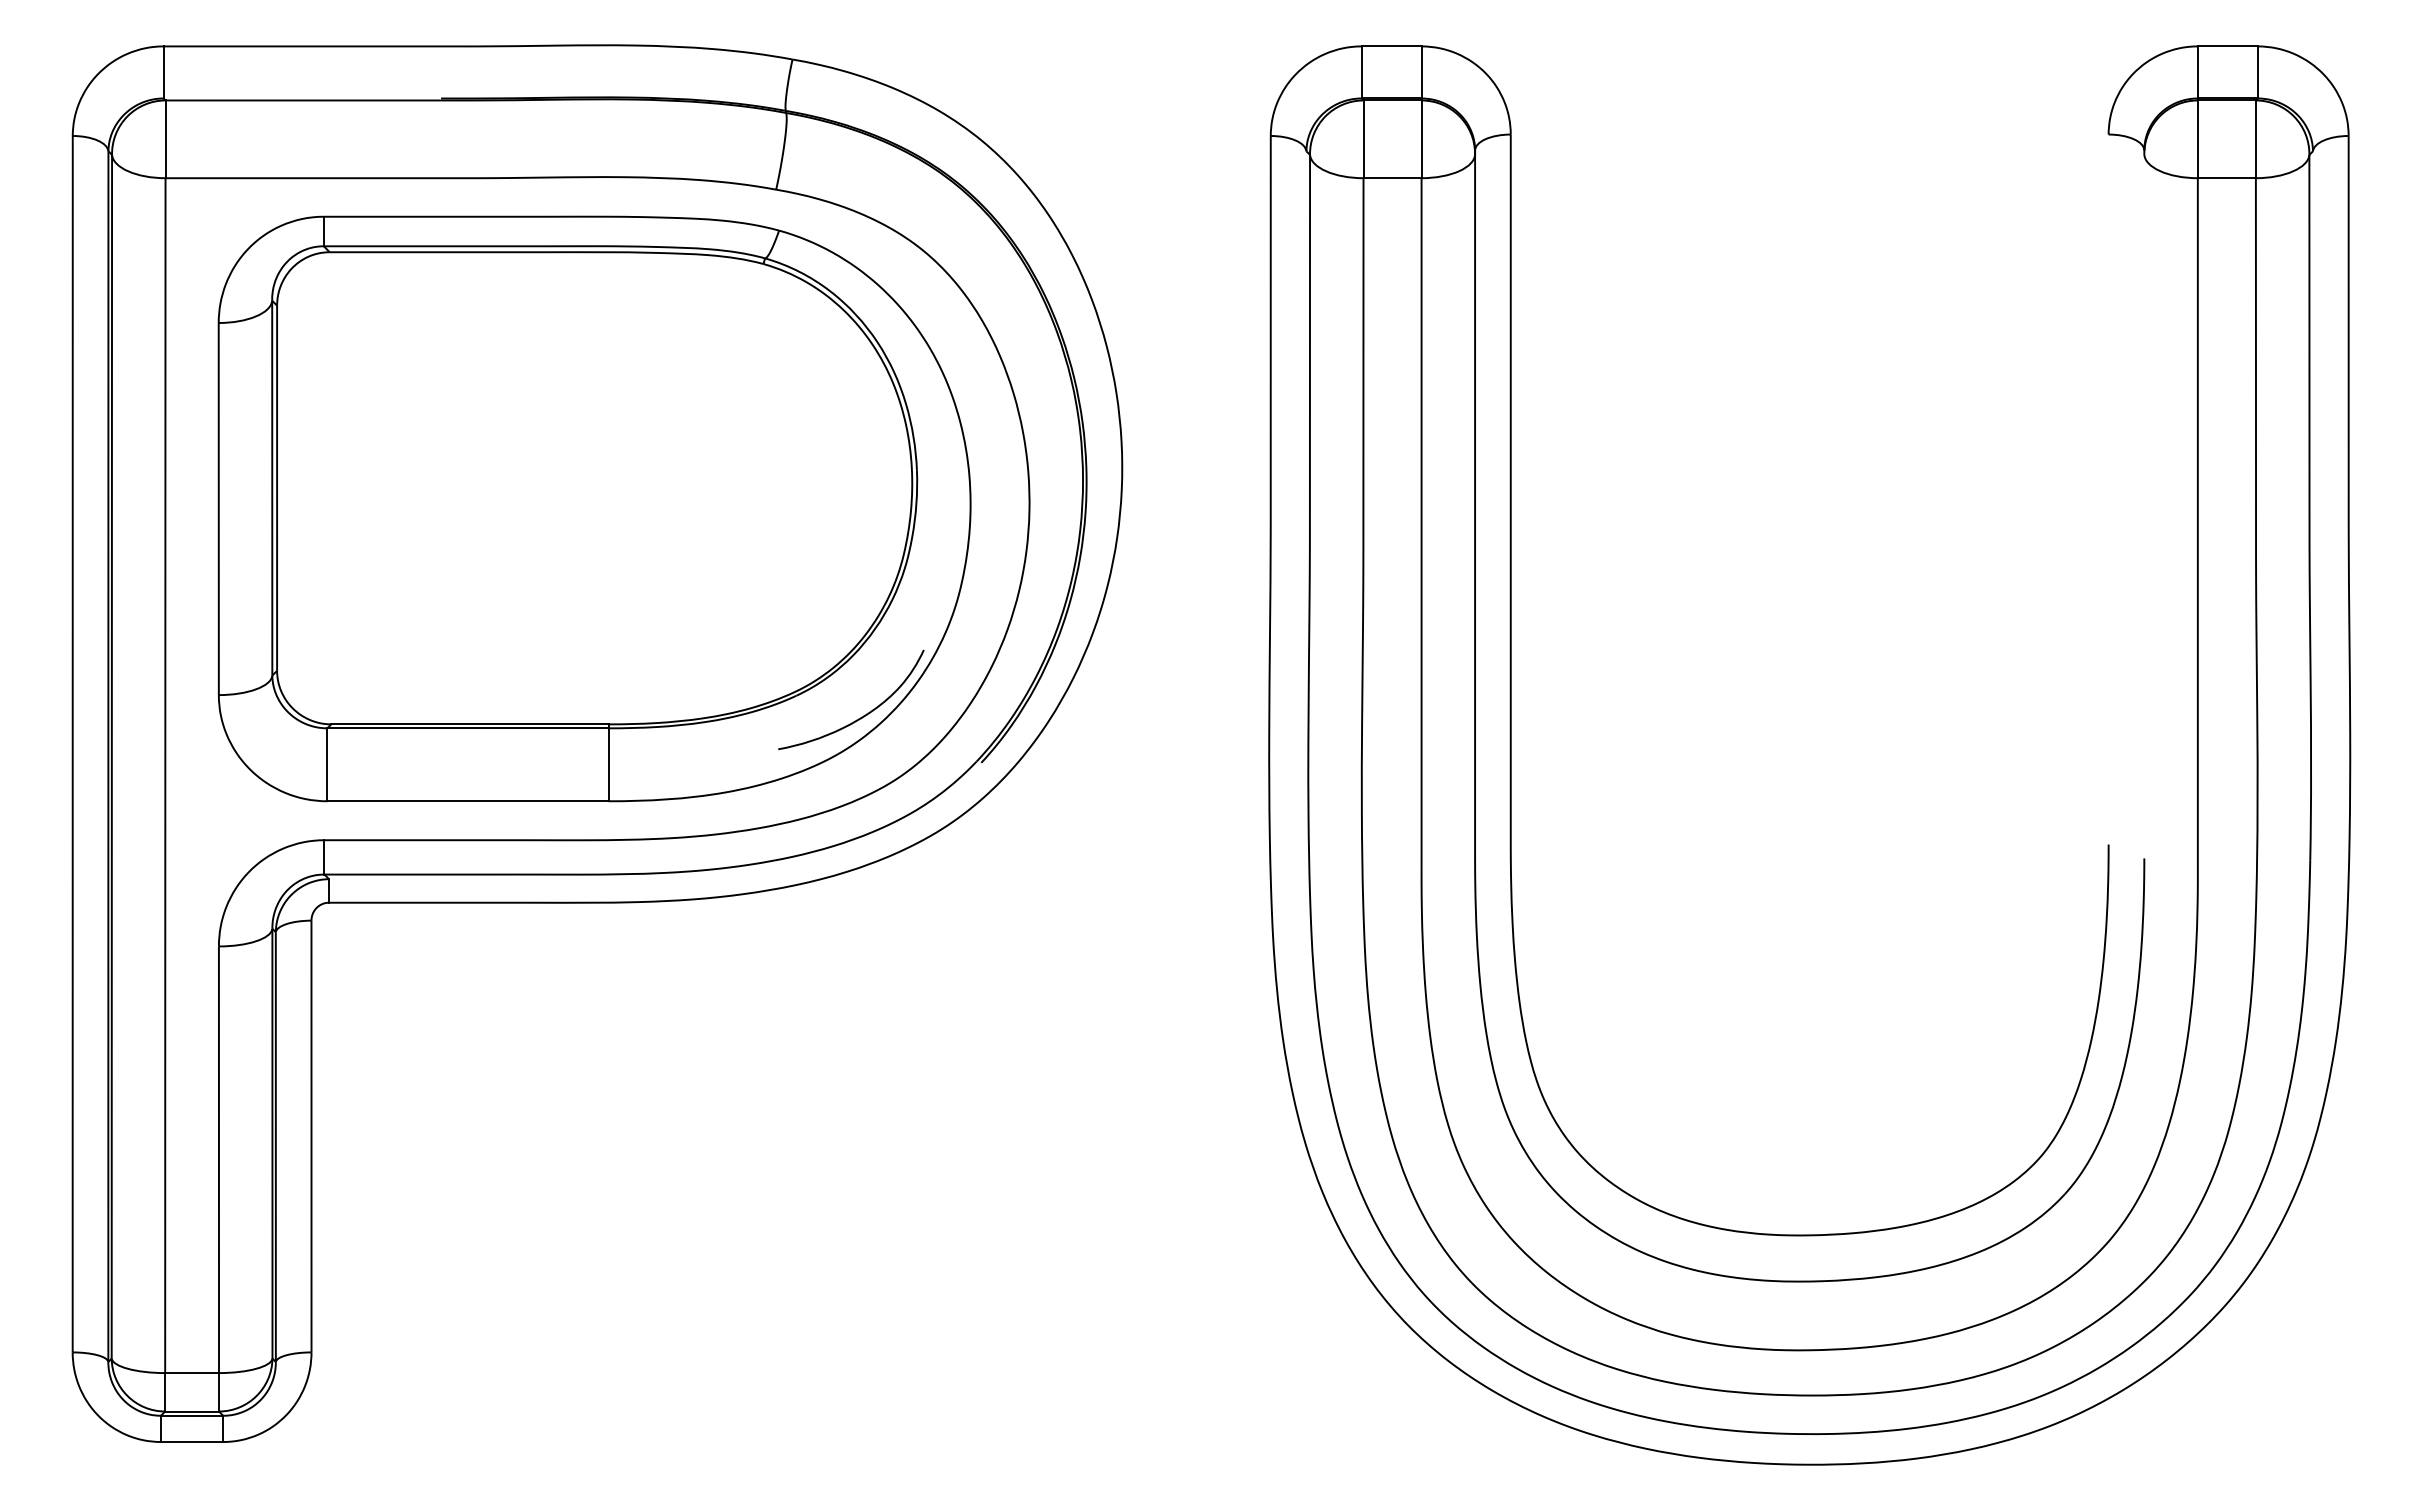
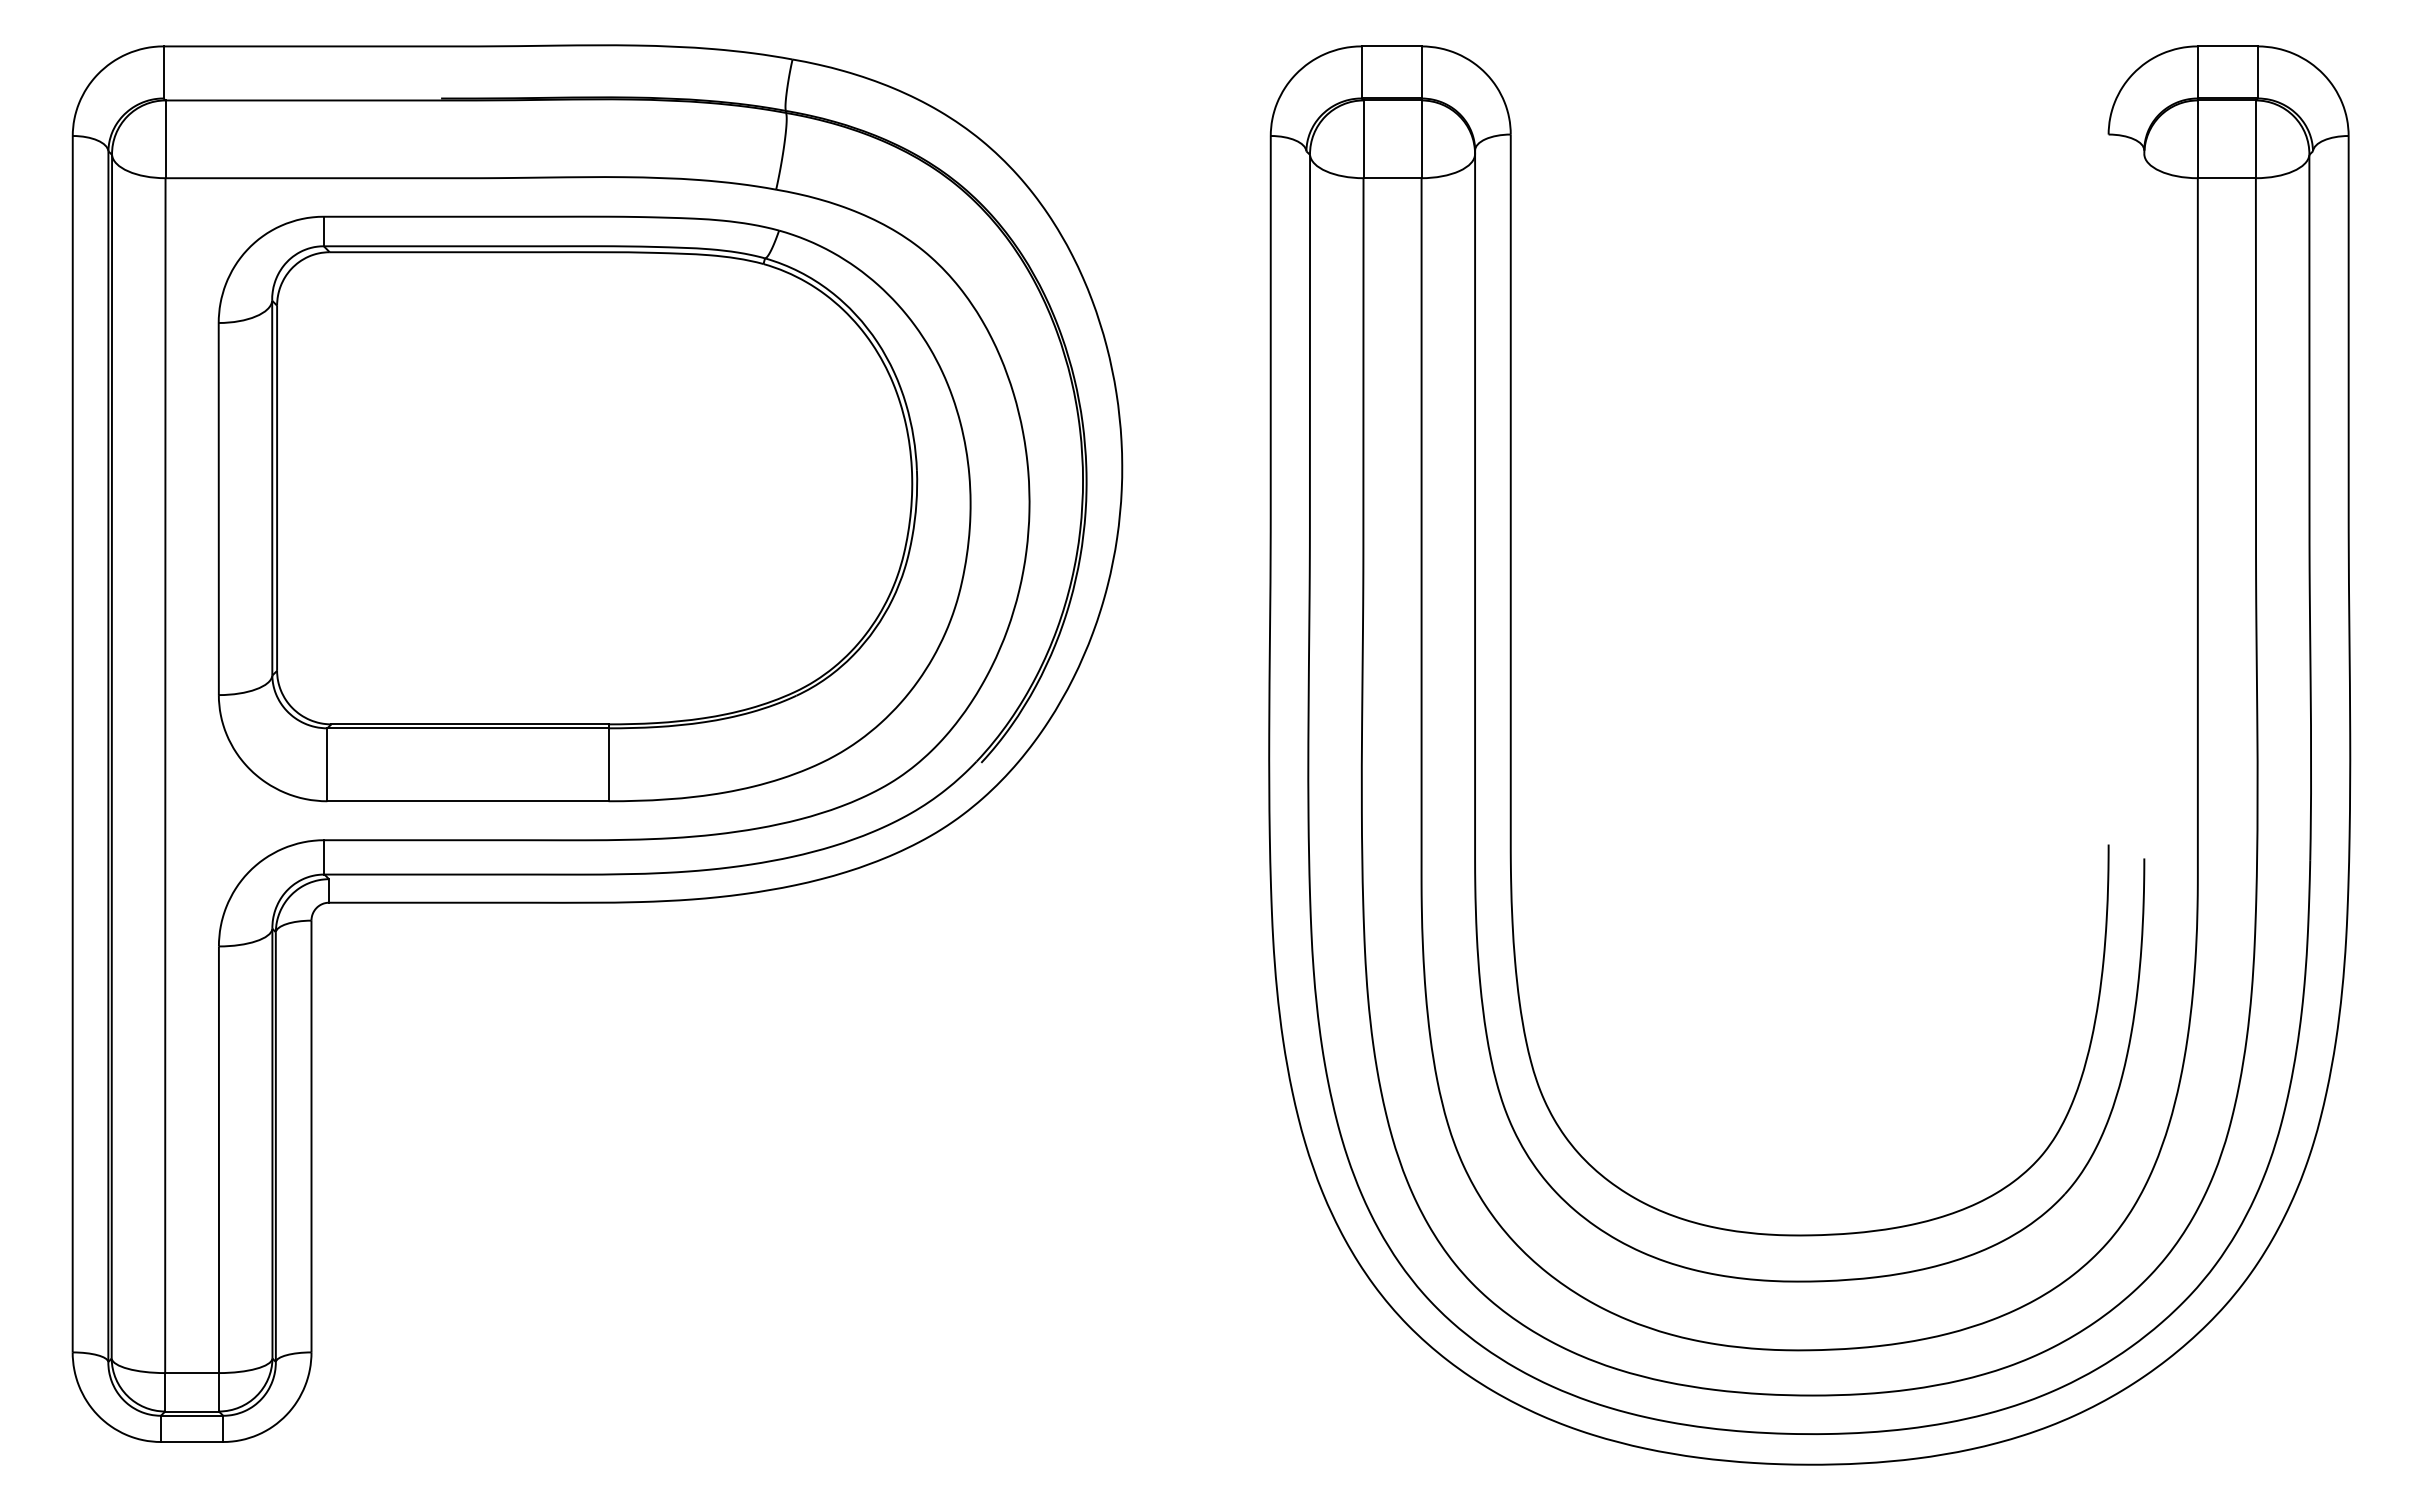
curve at (861, 716): present -> none
